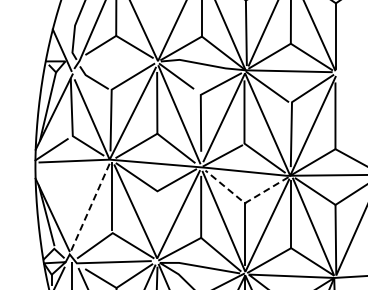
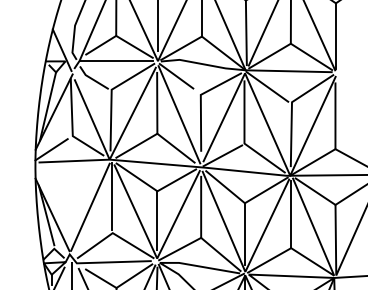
line at (158, 26): none -> present
line at (116, 60): none -> present
line at (244, 203): dashed -> solid
line at (90, 207): dashed -> solid
line at (157, 220): none -> present
